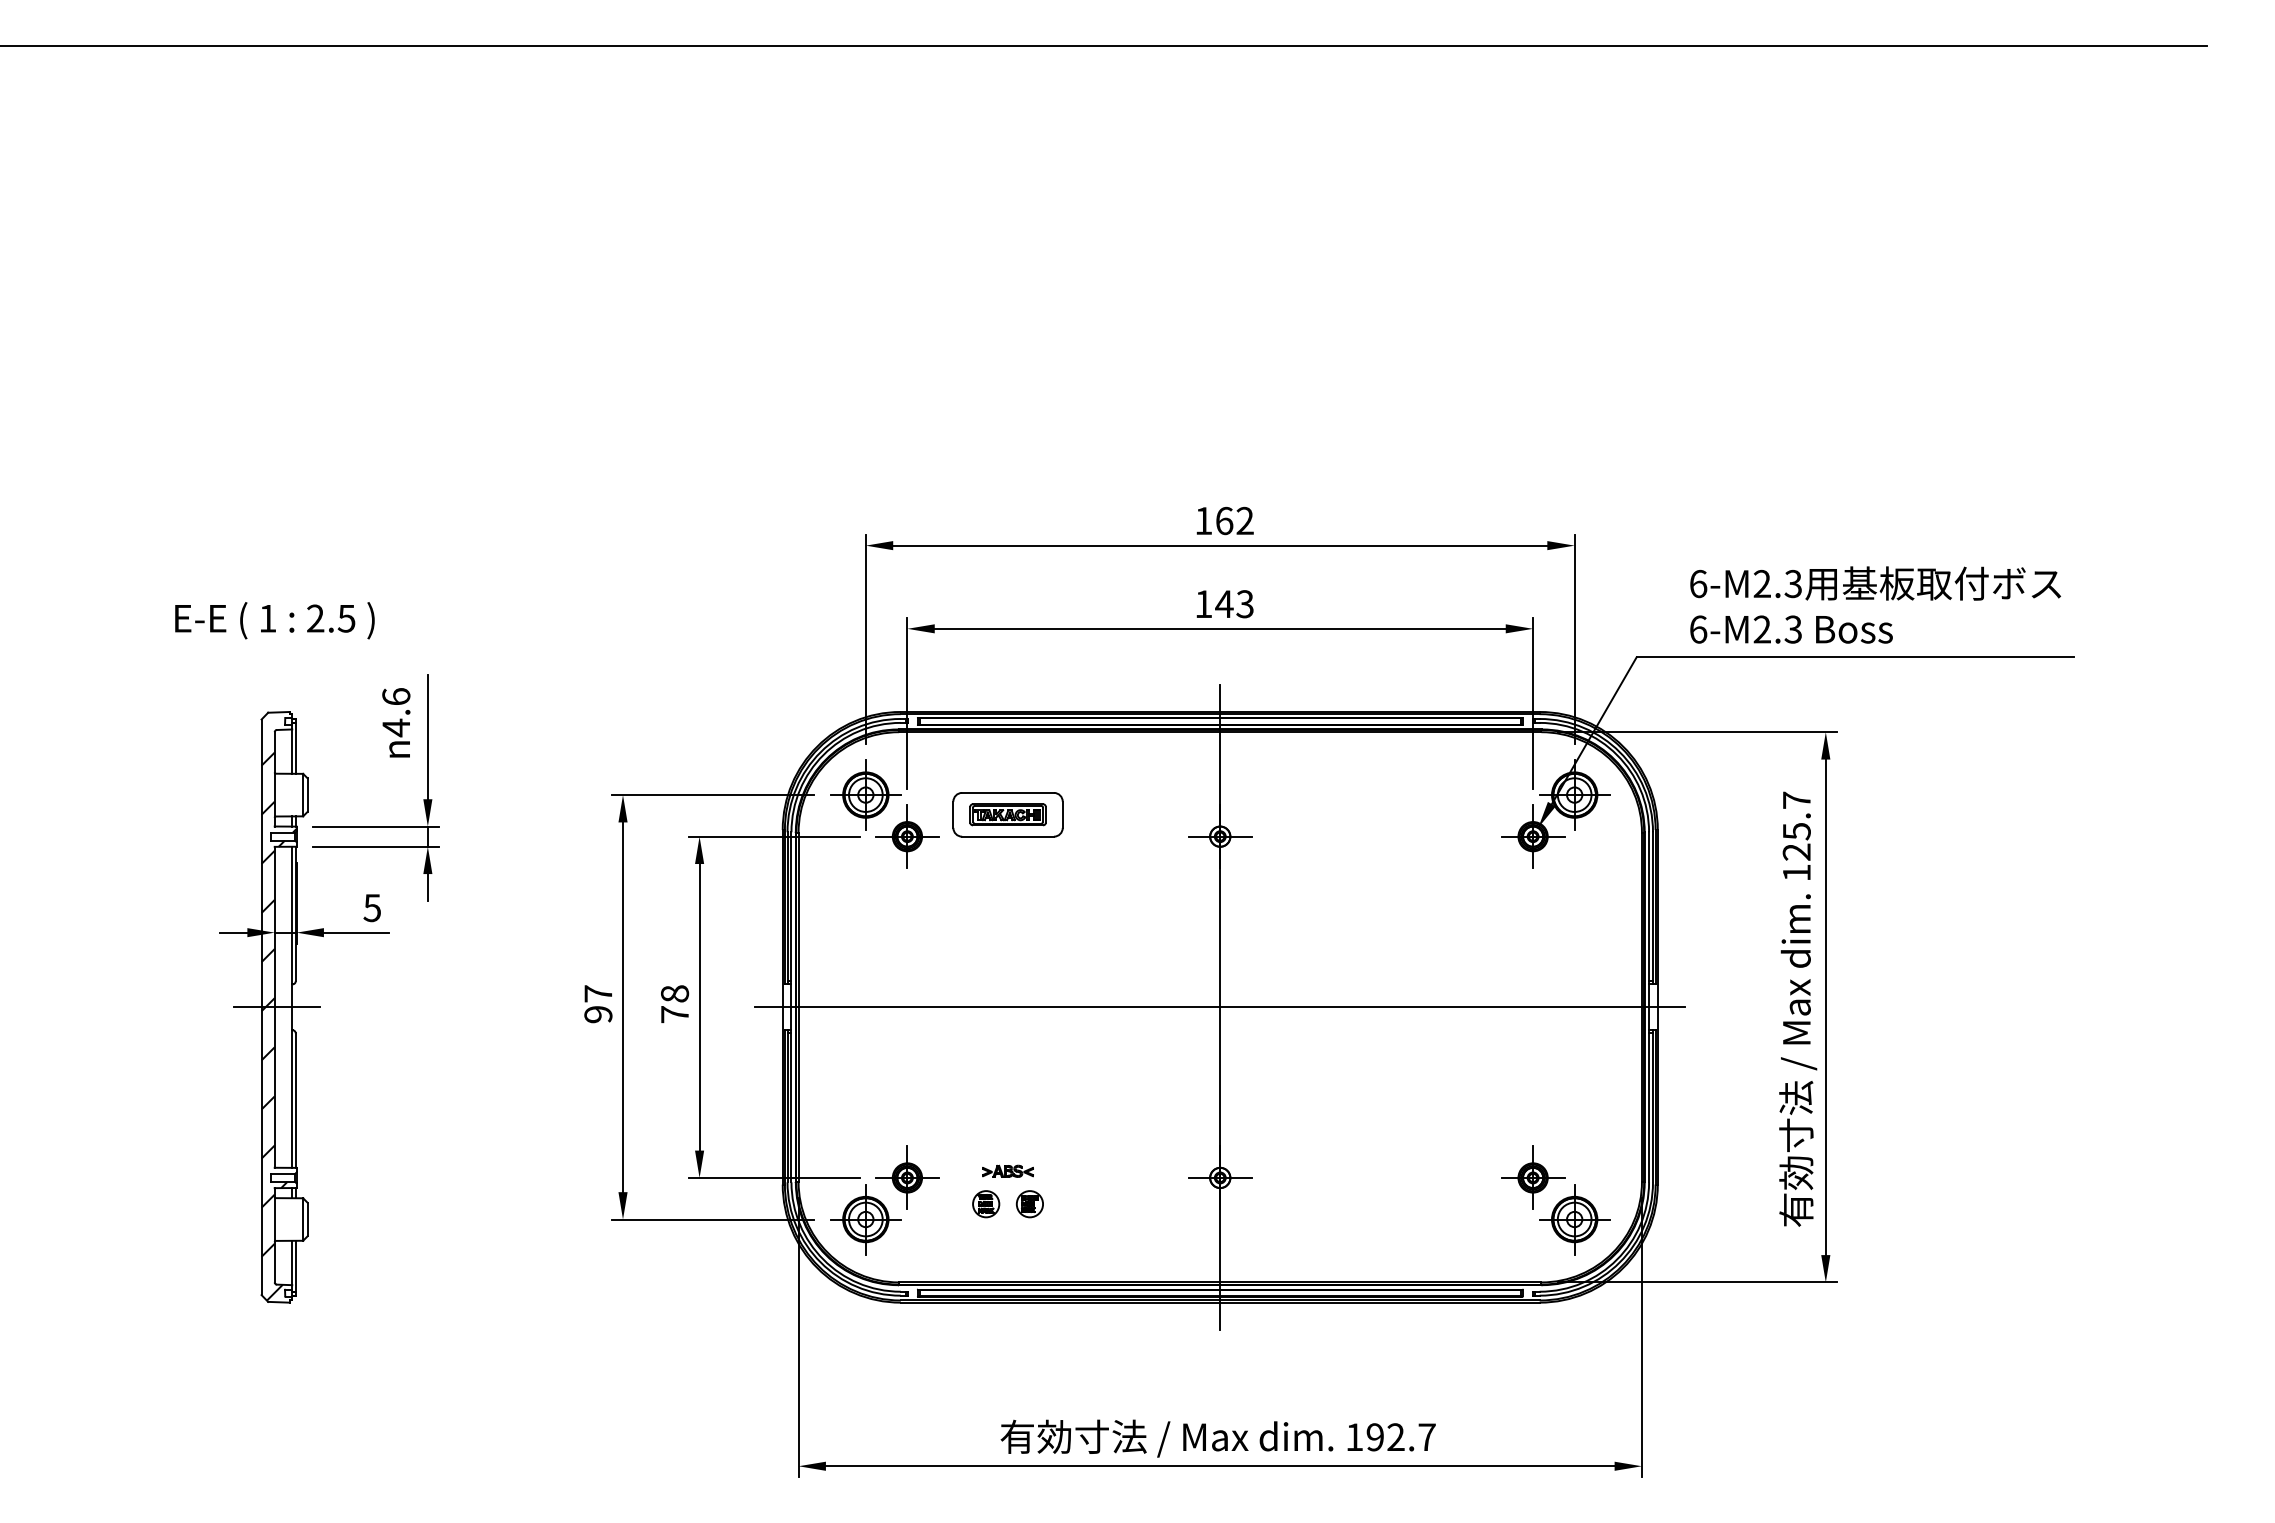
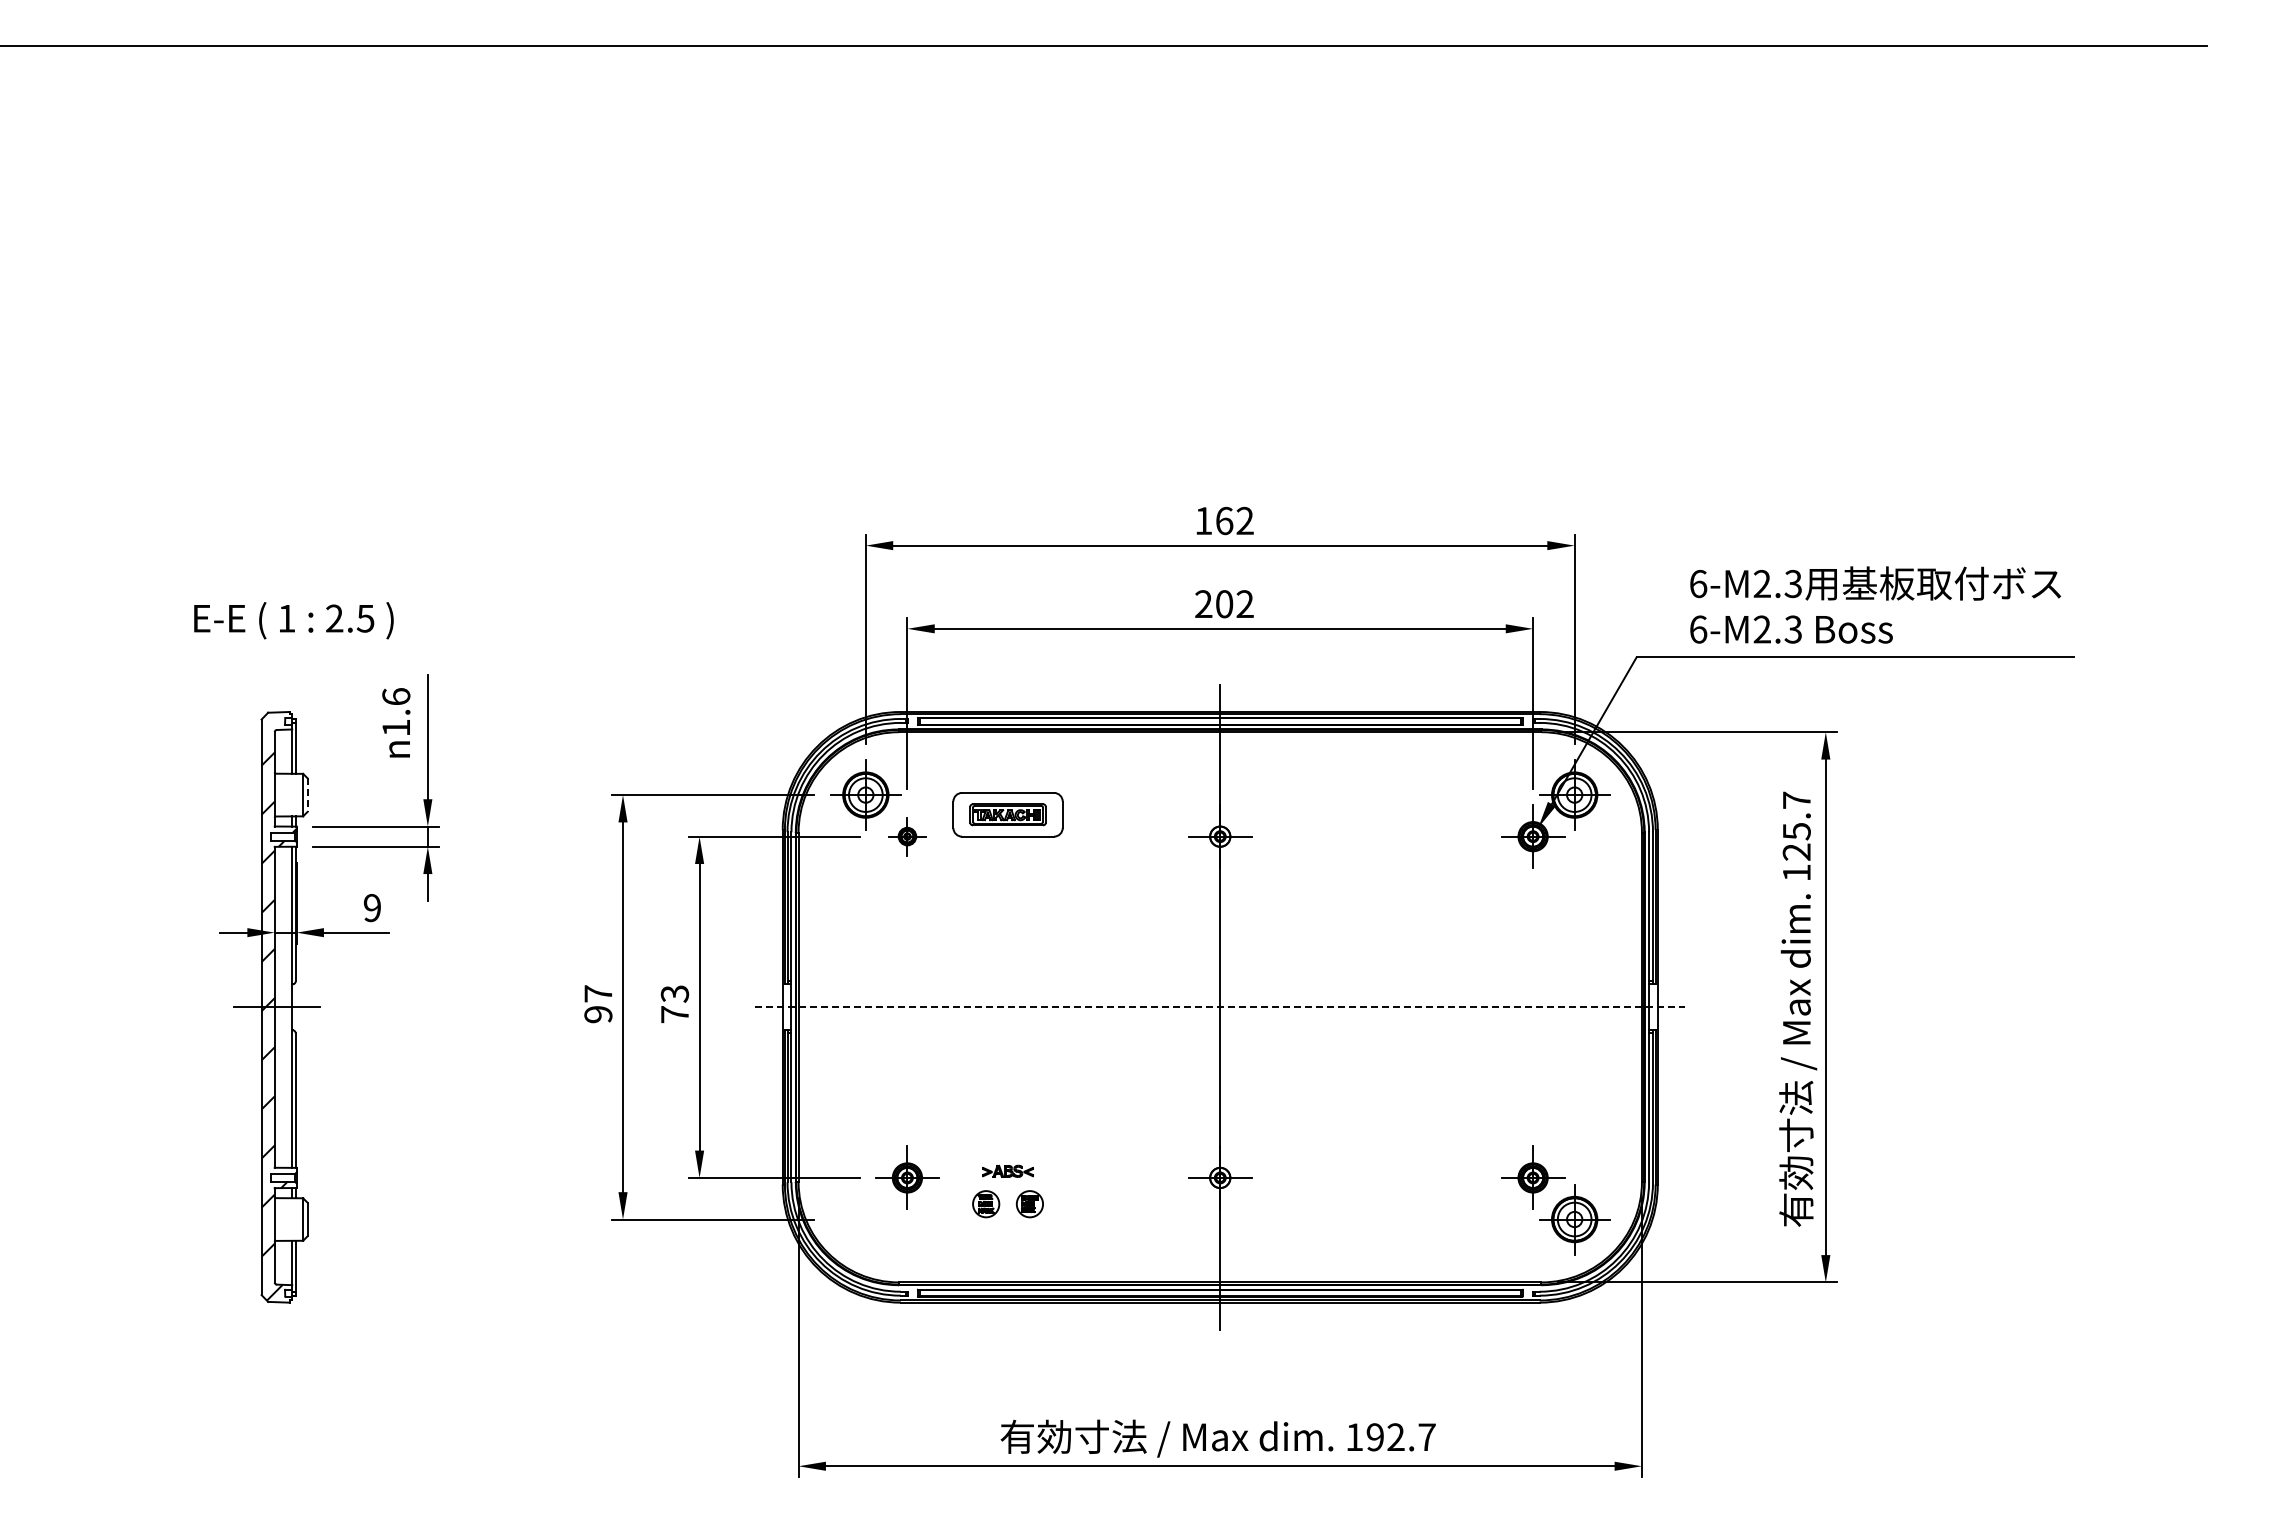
text at (1224, 604): 143 -> 202
text at (274, 620) position: (274, 620) -> (293, 620)
text at (395, 727): n4.6 -> n1.6
line at (307, 795): solid -> dashed
part at (907, 836) size: 65x65 px -> 39x40 px
text at (371, 908): 5 -> 9
text at (674, 993): 78 -> 73
line at (1220, 1007): solid -> dashed
part at (865, 1219): present -> none
